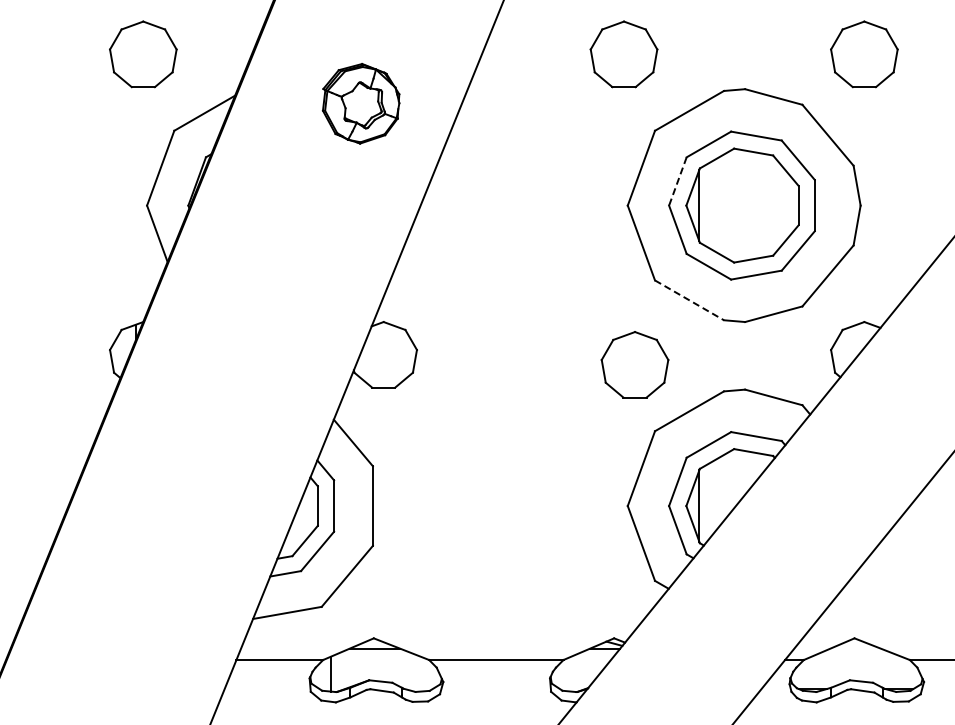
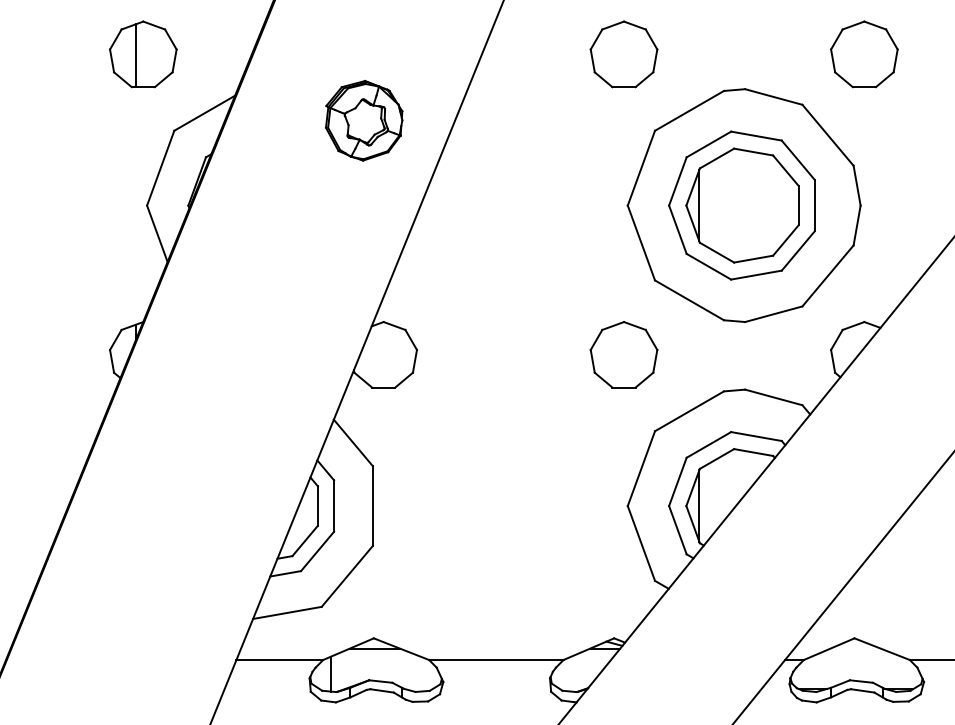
line at (136, 55): none -> present
part at (360, 103) position: (360, 103) -> (363, 120)
line at (677, 181): dashed -> solid
line at (689, 300): dashed -> solid
part at (634, 364) position: (634, 364) -> (623, 354)
